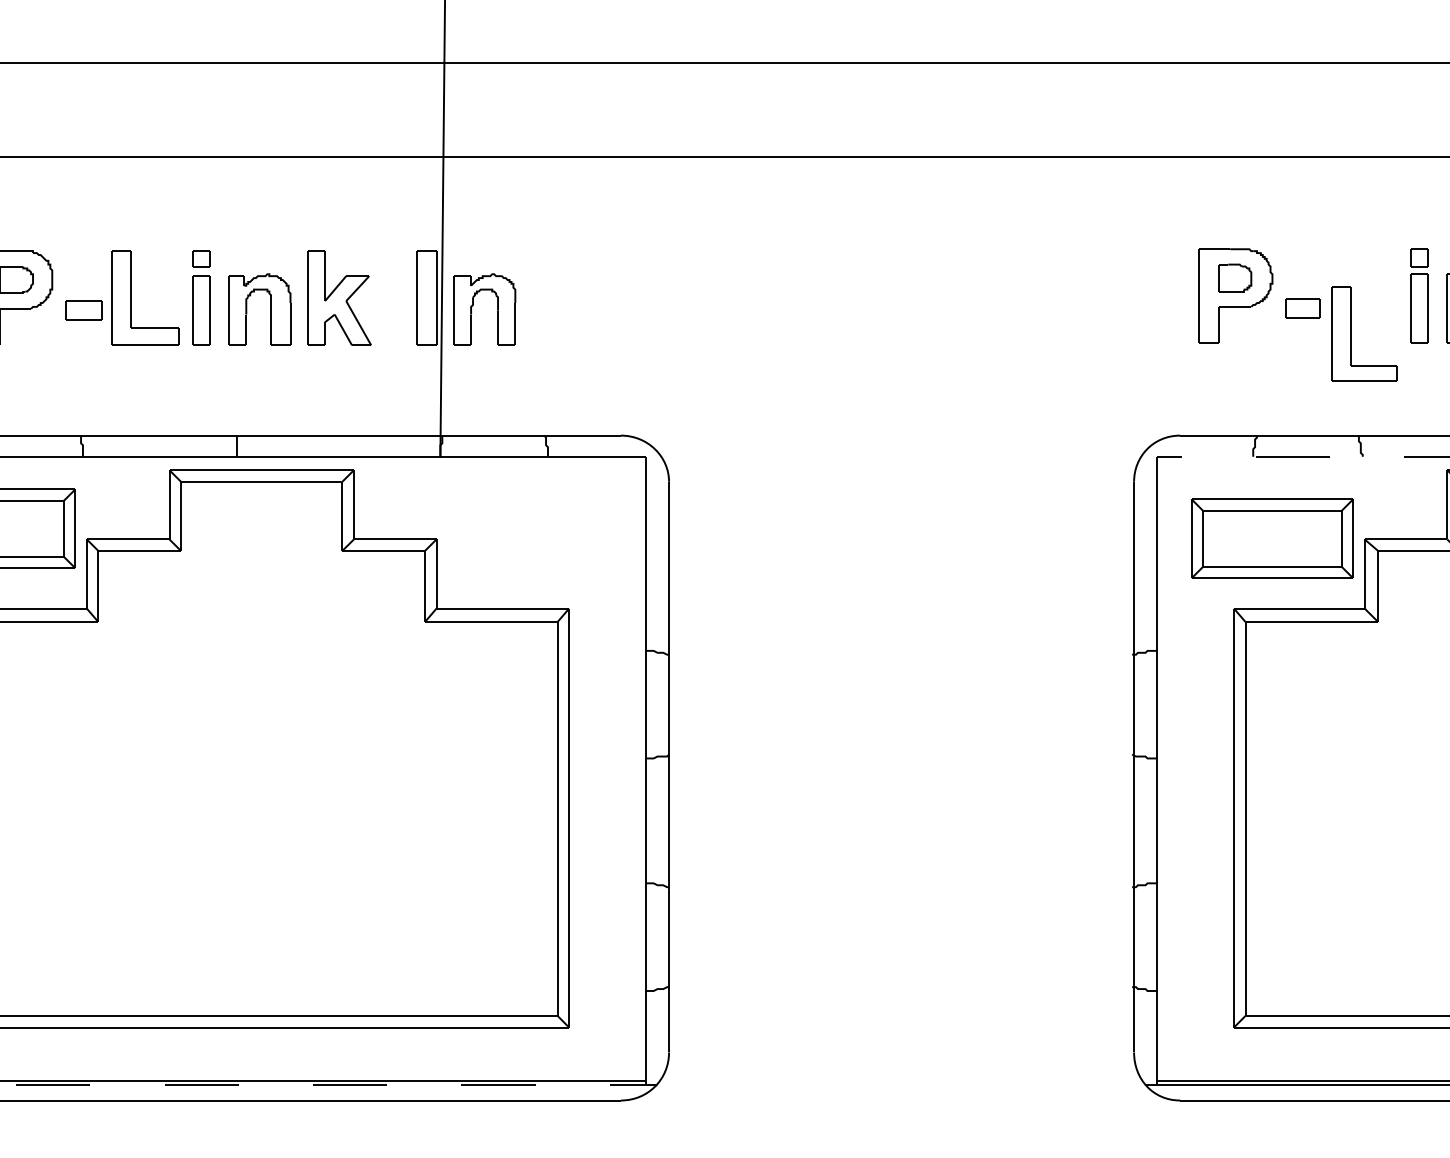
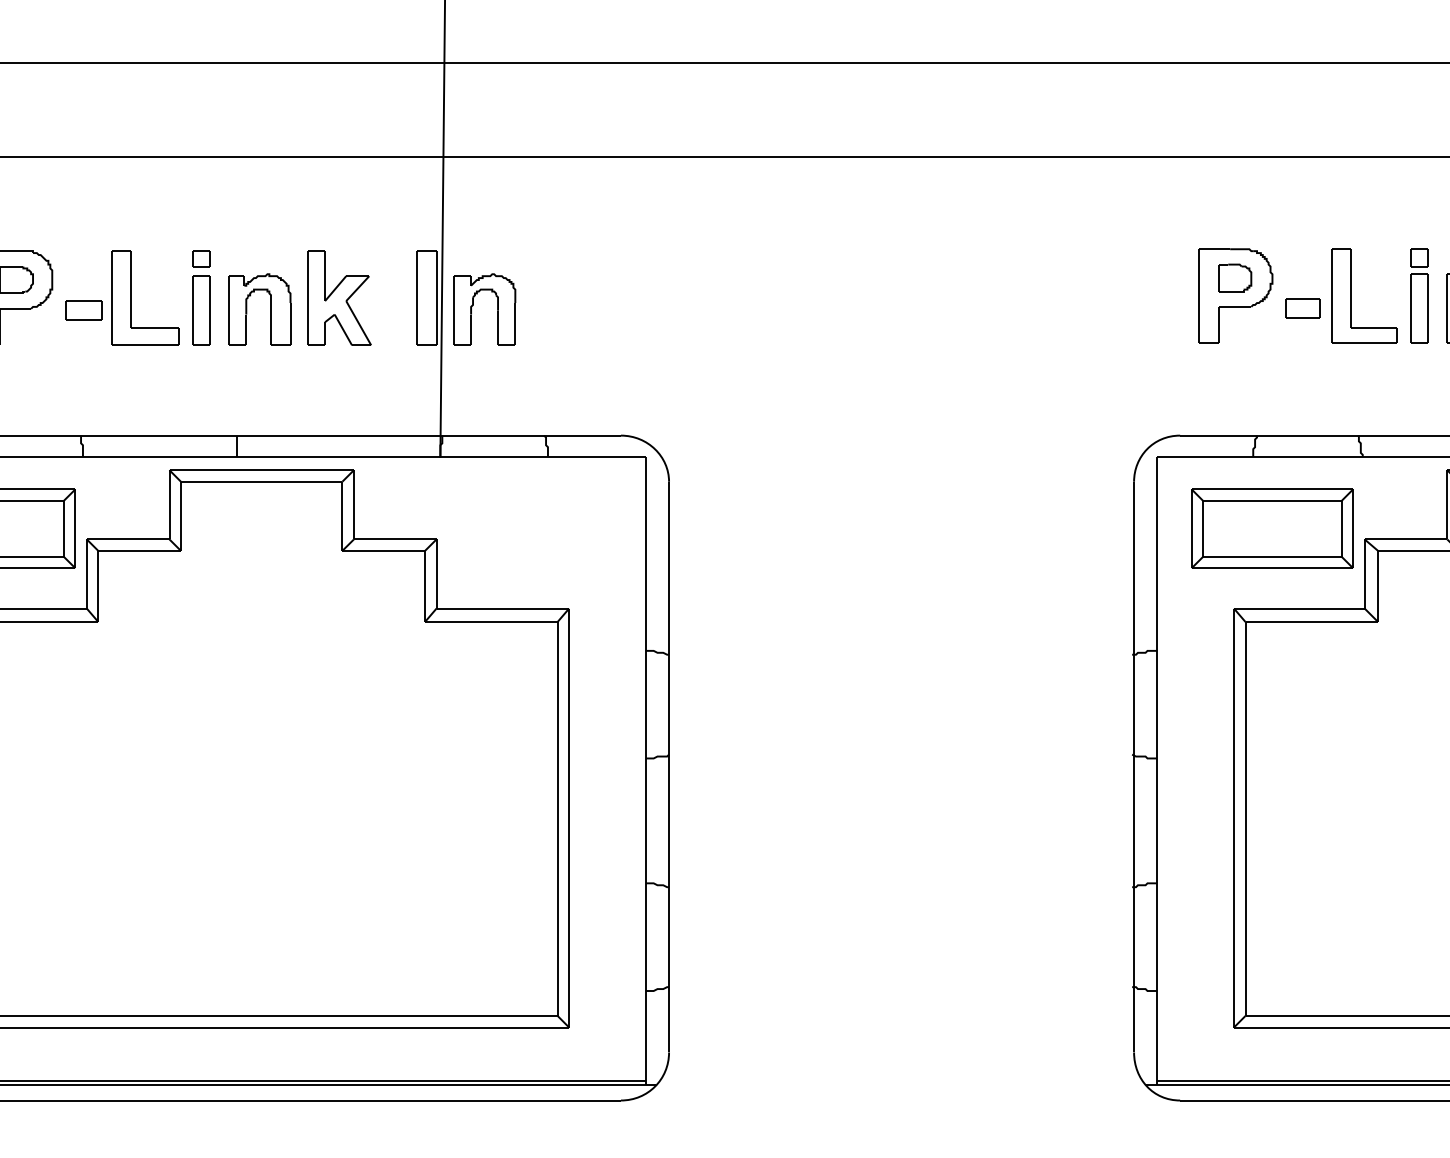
part at (1351, 333) position: (1351, 333) -> (1351, 295)
line at (1302, 456): dashed -> solid
part at (1272, 538) position: (1272, 538) -> (1272, 528)
line at (328, 1085): dashed -> solid
